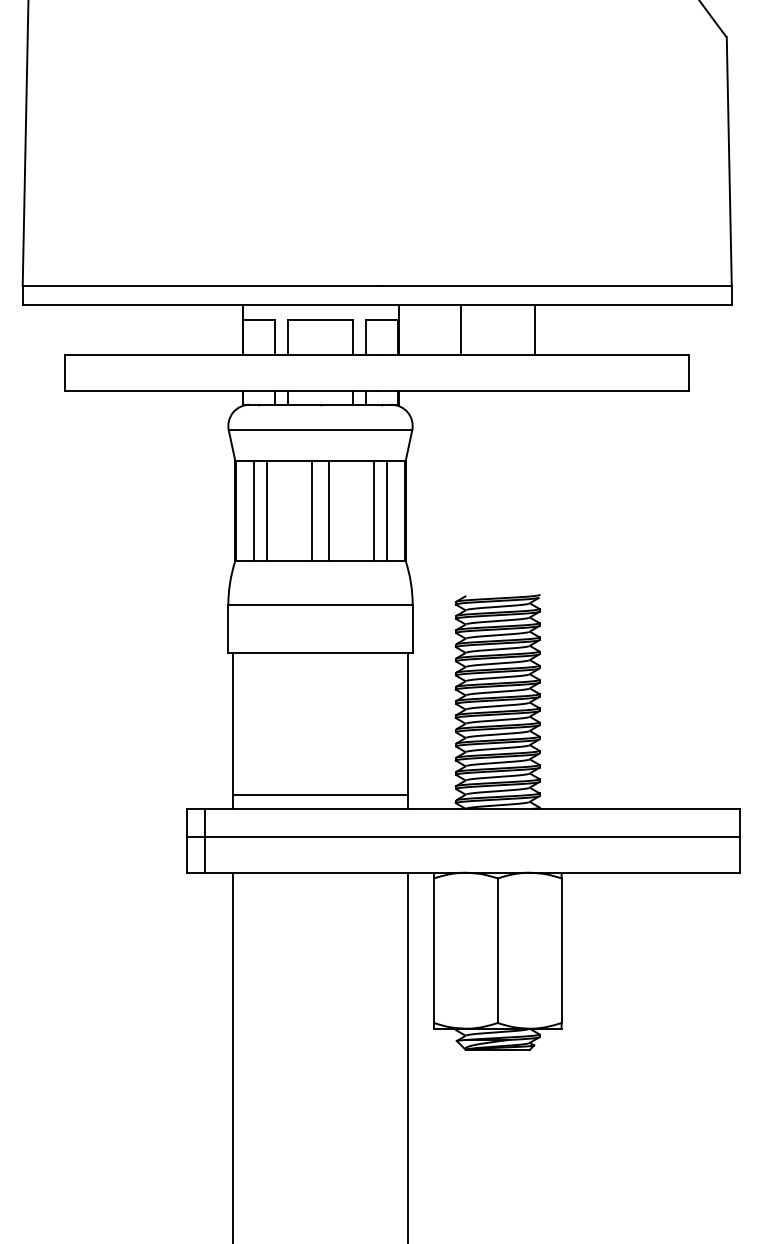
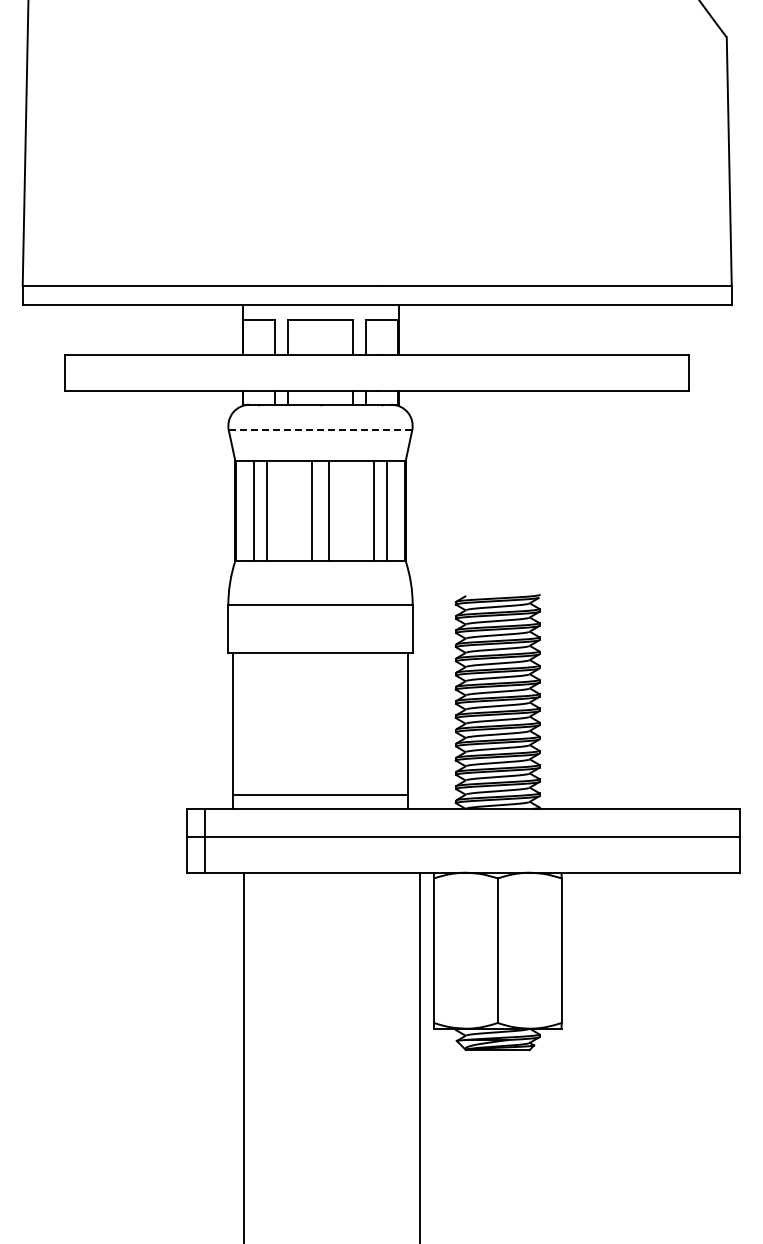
line at (460, 330): present -> none
line at (534, 330): present -> none
line at (320, 430): solid -> dashed
line at (233, 1056) position: (233, 1056) -> (244, 1056)
line at (407, 1056) position: (407, 1056) -> (419, 1056)
